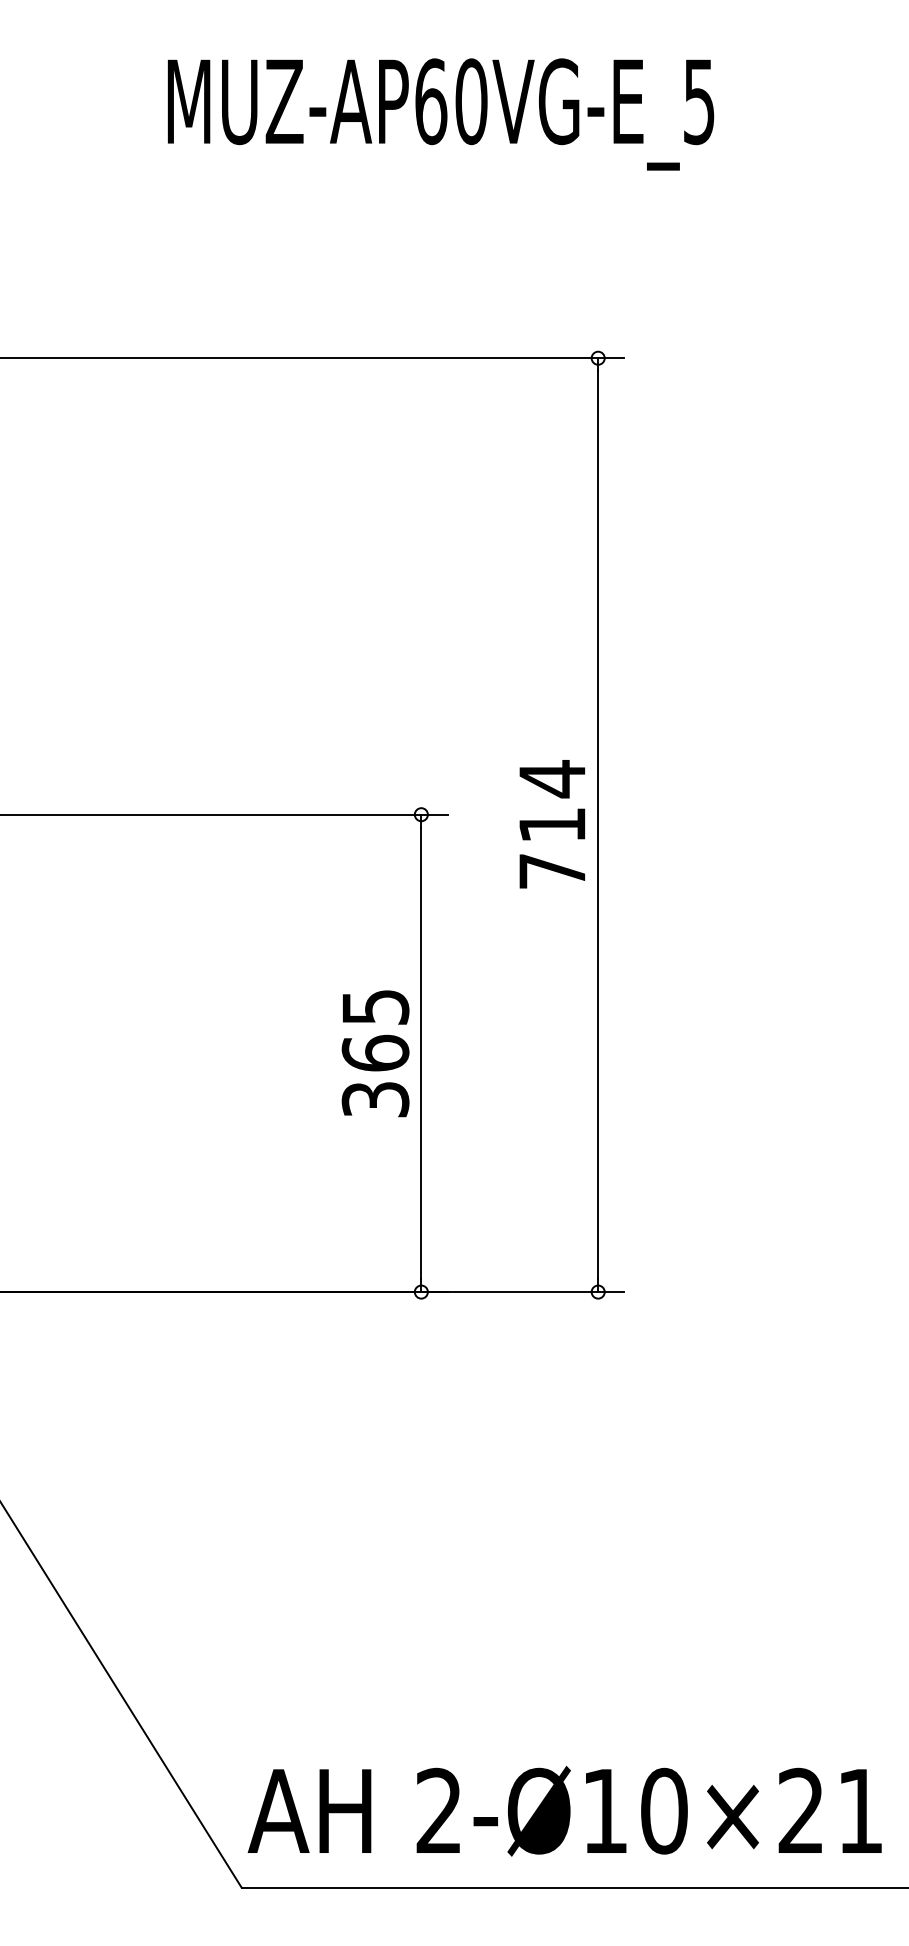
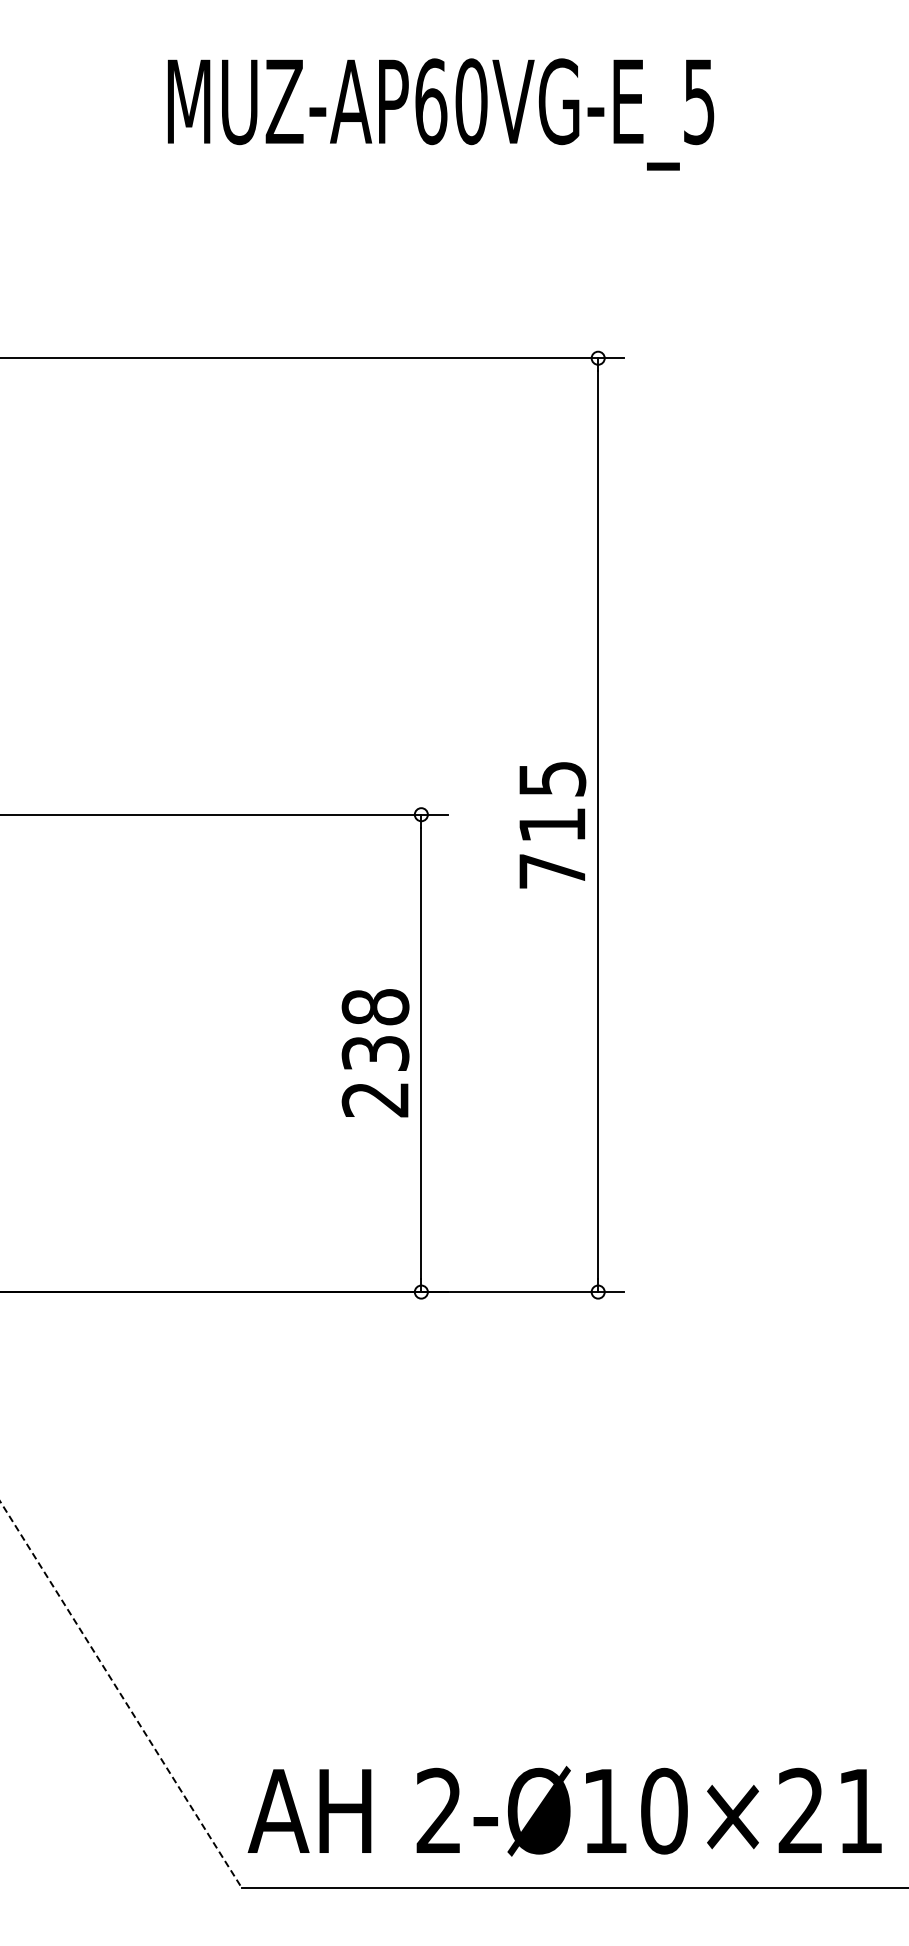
text at (552, 779): 714 -> 715
text at (375, 1053): 365 -> 238
line at (120, 1694): solid -> dashed
